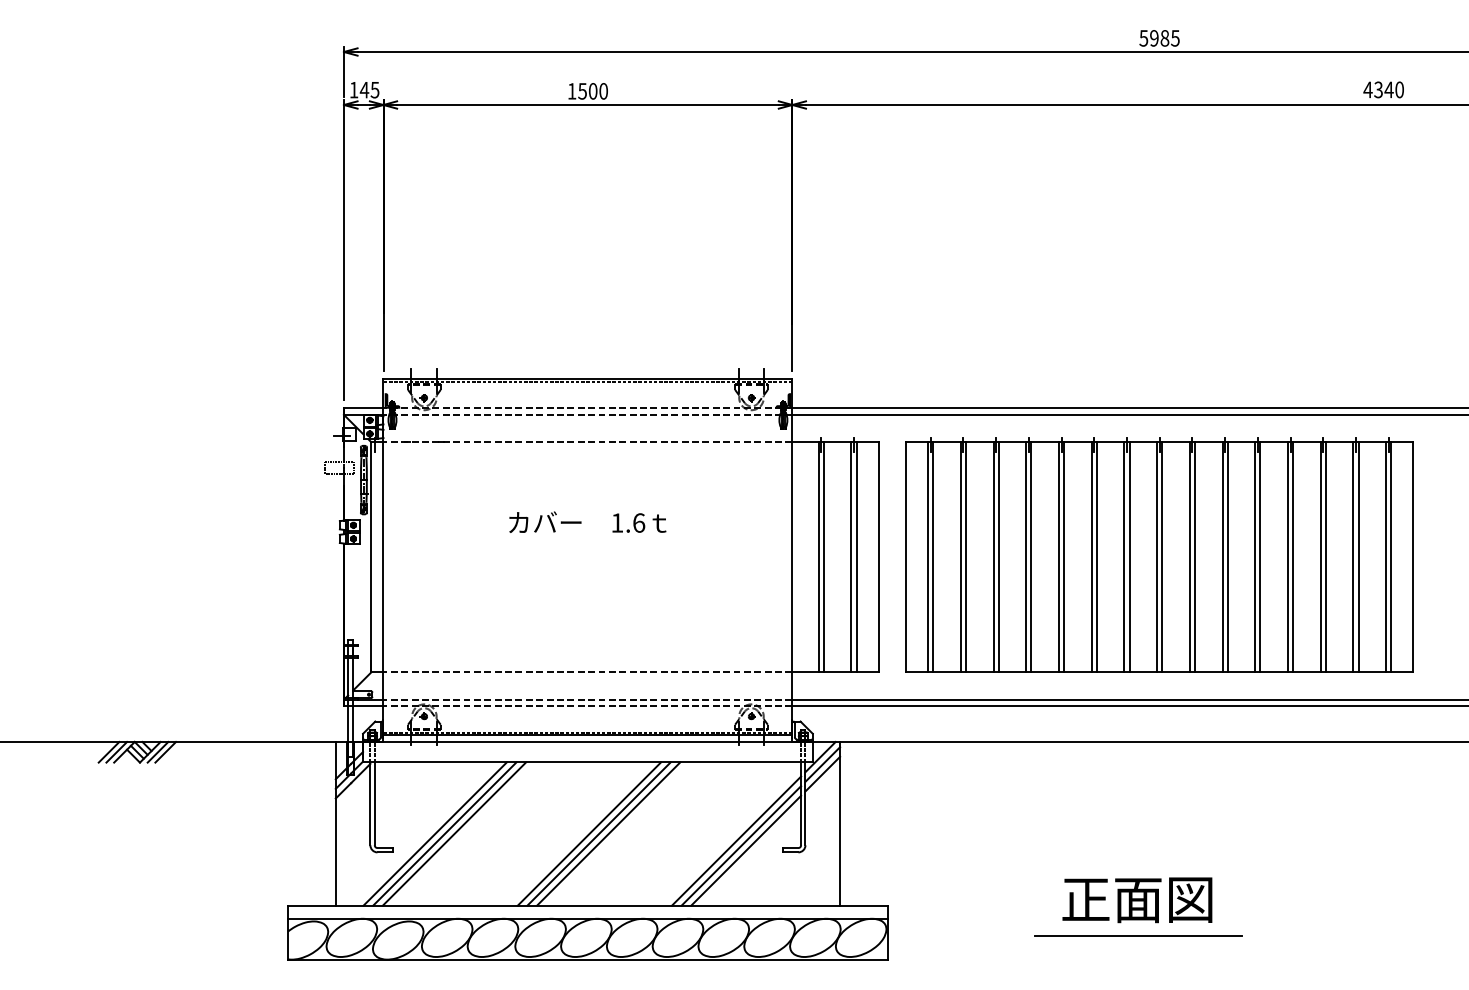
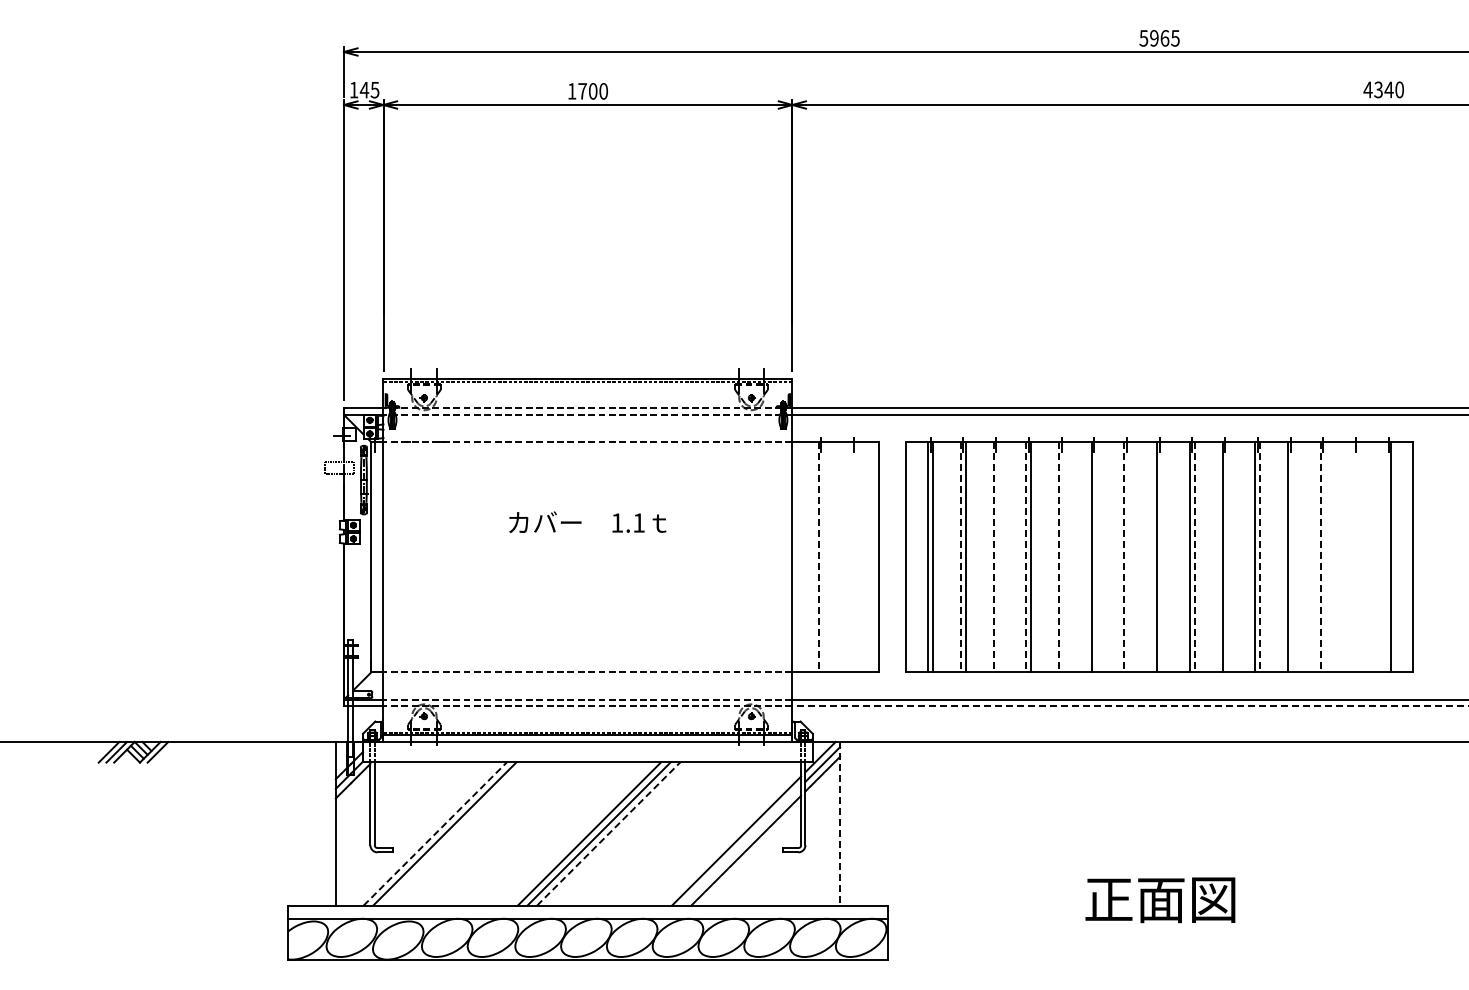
text at (1164, 38): 5985 -> 5965
text at (582, 91): 1500 -> 1700
text at (639, 522): 1.6 -> 1.1
line at (818, 557): solid -> dashed
line at (823, 557): present -> none
line at (851, 557): present -> none
line at (856, 557): present -> none
line at (960, 557): solid -> dashed
line at (993, 557): solid -> dashed
line at (998, 557): present -> none
line at (1026, 557): solid -> dashed
line at (1058, 557): solid -> dashed
line at (1064, 557): present -> none
line at (1096, 557): present -> none
line at (1124, 557): solid -> dashed
line at (1129, 557): present -> none
line at (1162, 557): present -> none
line at (1195, 557): solid -> dashed
line at (1227, 557): present -> none
line at (1260, 557): solid -> dashed
line at (1293, 557): present -> none
line at (1320, 557): solid -> dashed
line at (1325, 557): present -> none
line at (1353, 557): present -> none
line at (1358, 557): present -> none
line at (1386, 557): present -> none
line at (1130, 706): solid -> dashed
line at (165, 751): present -> none
line at (840, 823): solid -> dashed
line at (435, 833): solid -> dashed
line at (454, 833): present -> none
line at (609, 833): solid -> dashed
line at (741, 845): present -> none
text at (1137, 900) position: (1137, 900) -> (1160, 900)
line at (1138, 935): present -> none
